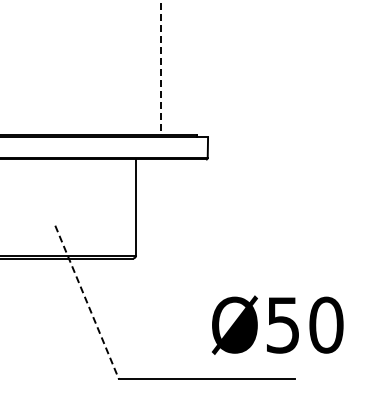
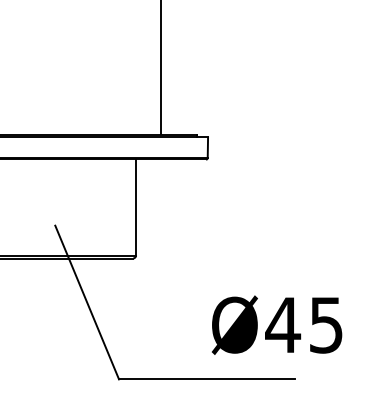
line at (160, 67): dashed -> solid
line at (87, 303): dashed -> solid
text at (304, 324): Ø50 -> Ø45
